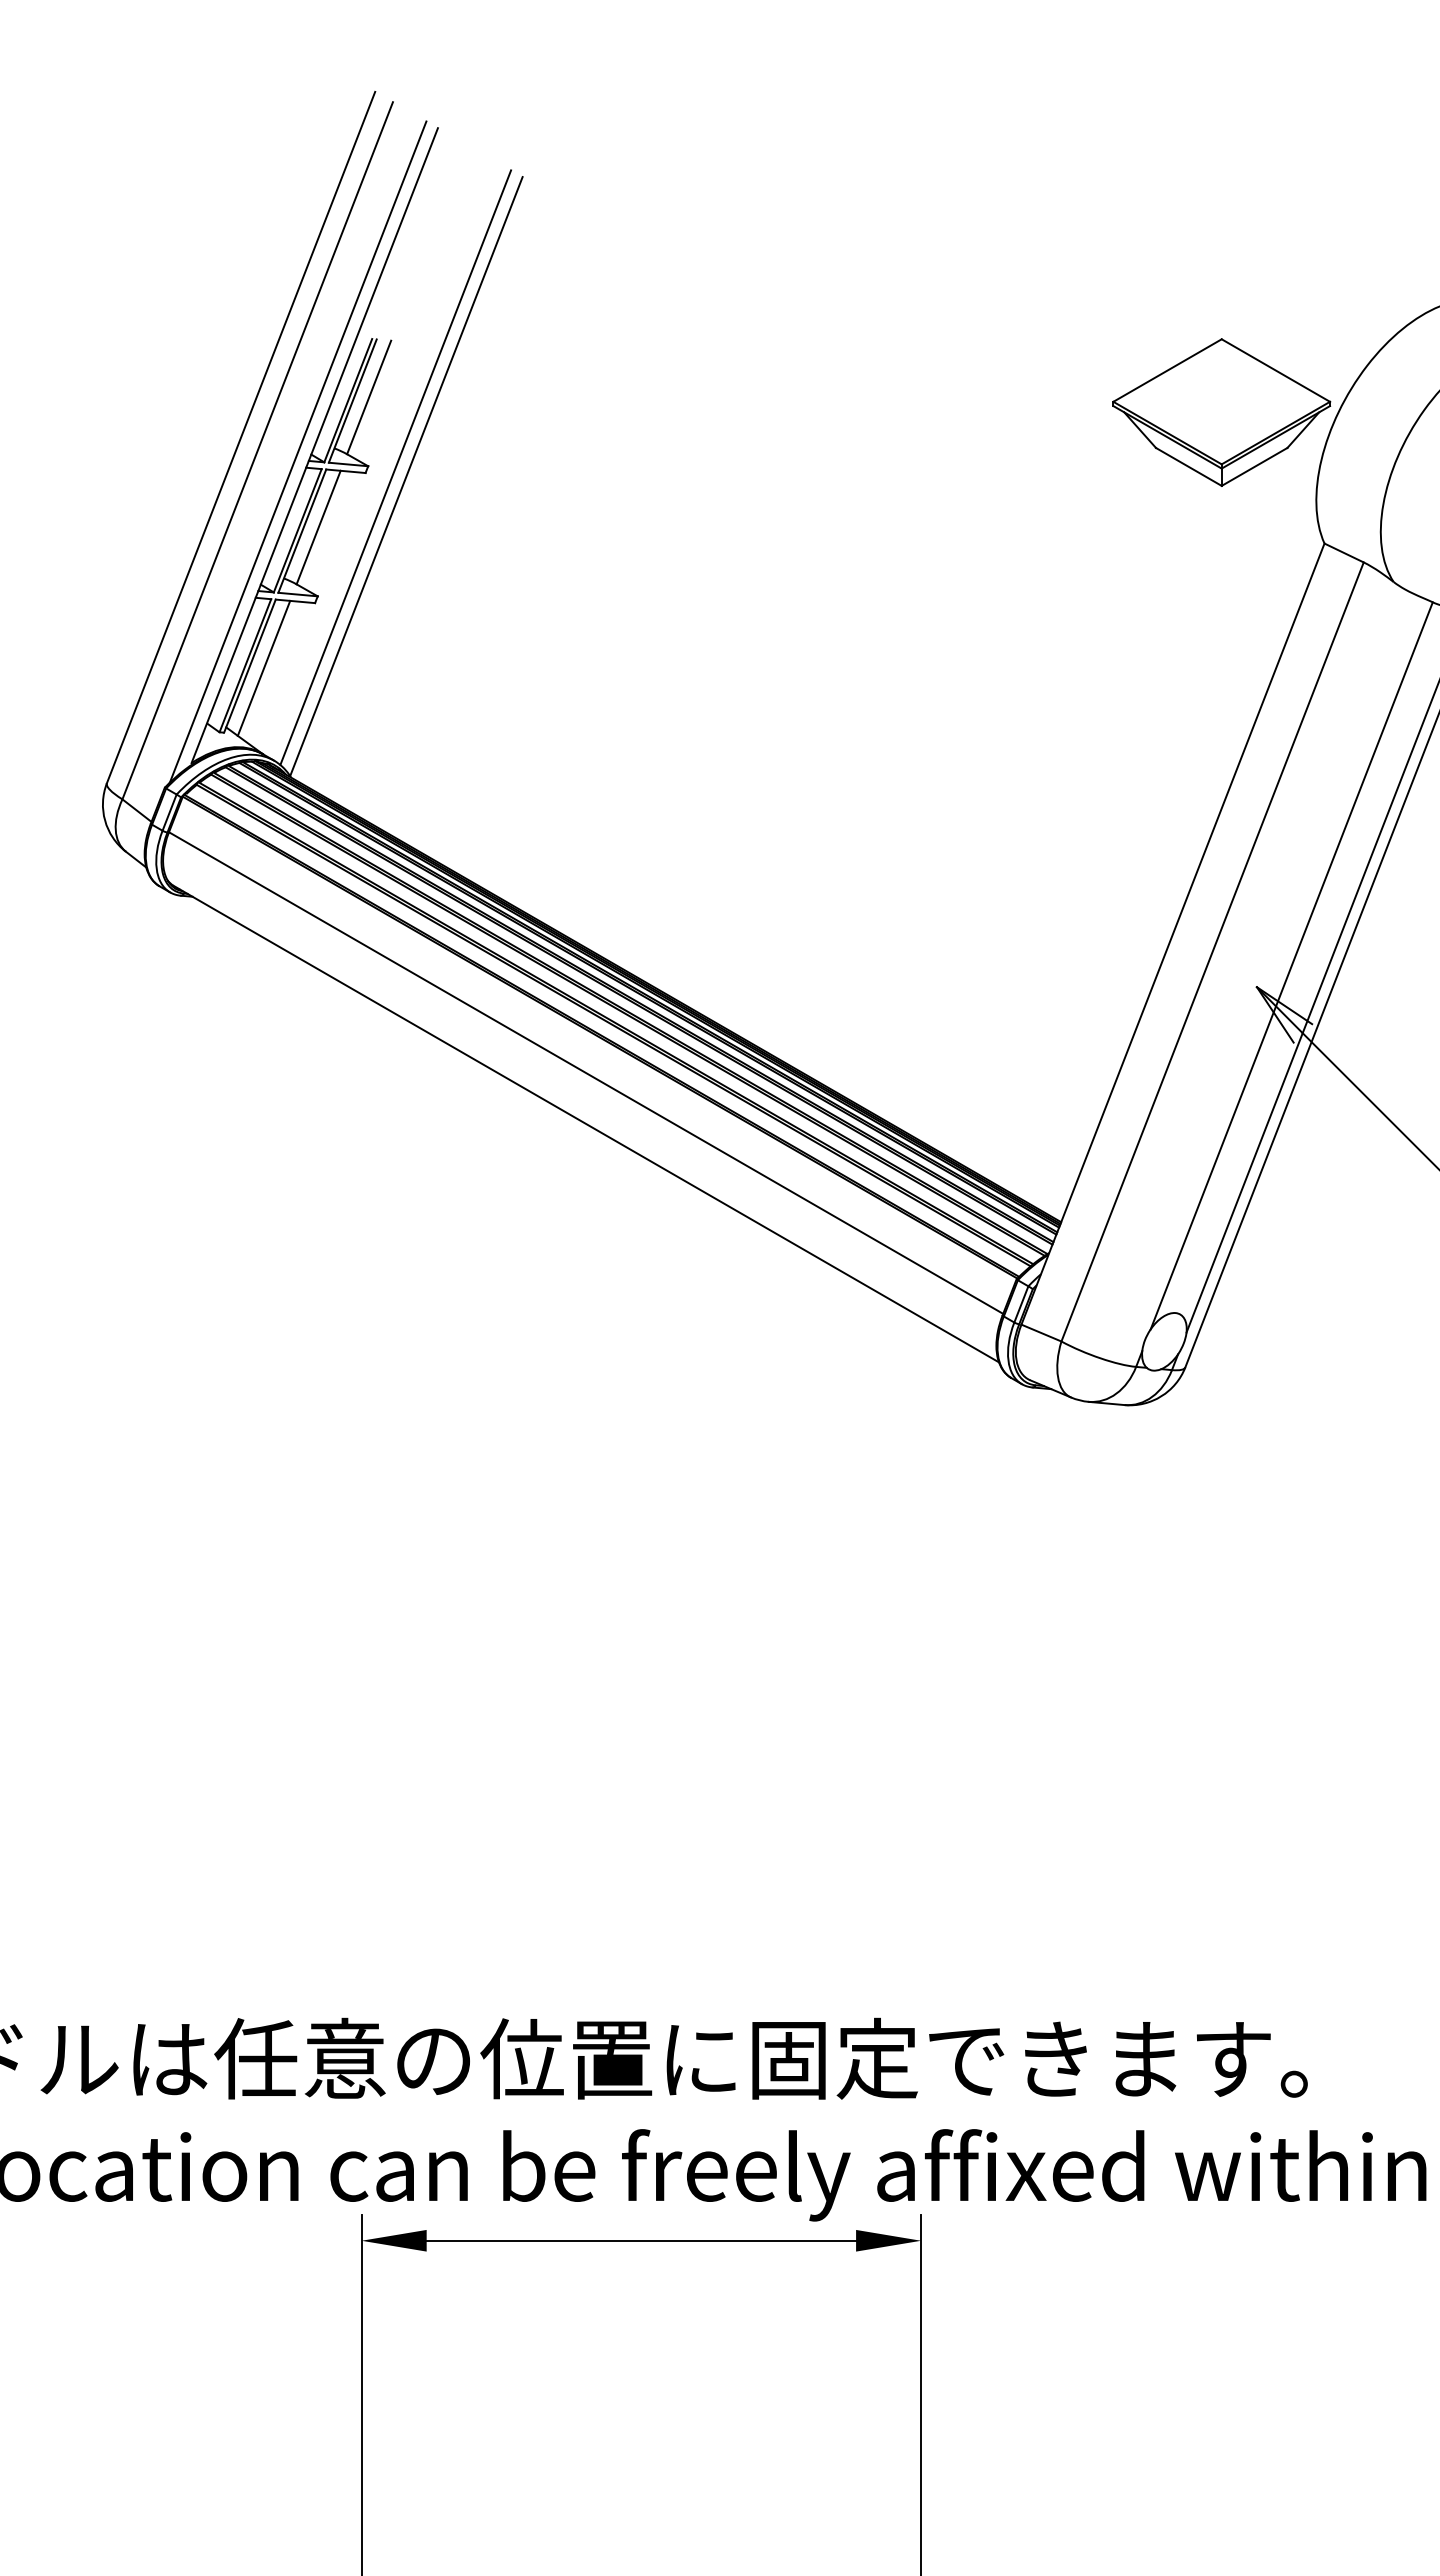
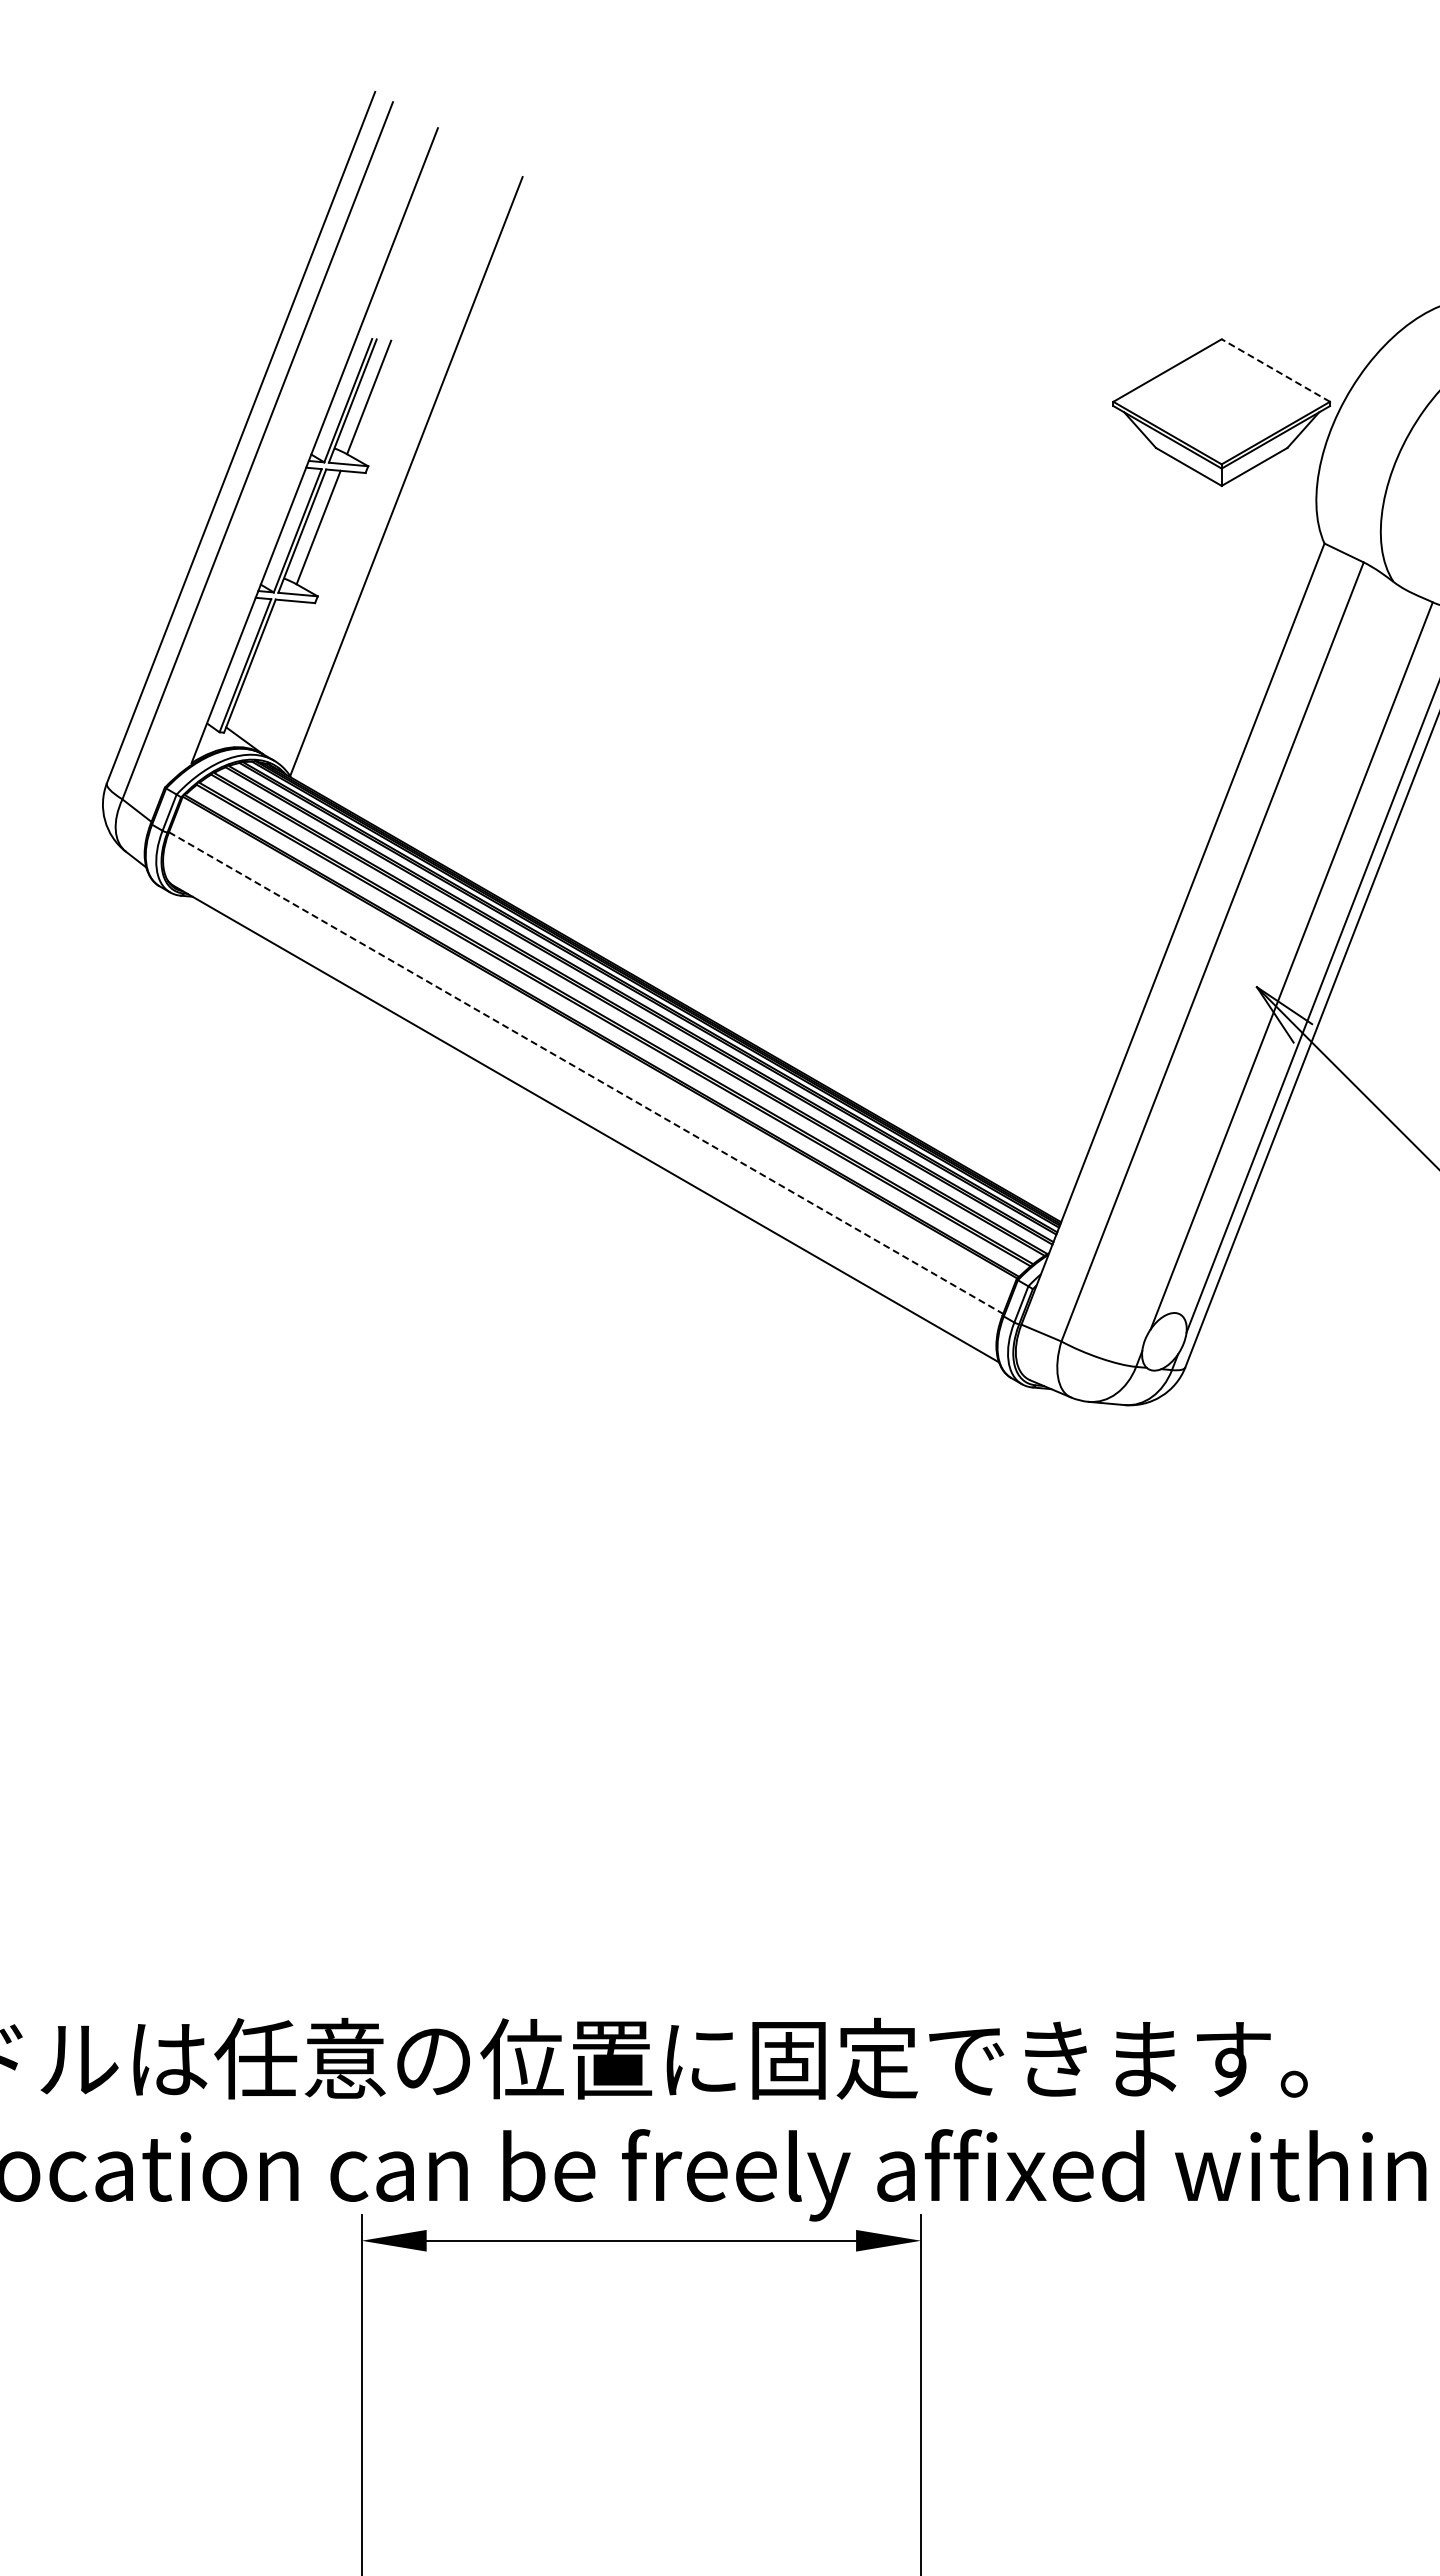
line at (1275, 370): solid -> dashed
line at (297, 451): present -> none
line at (395, 467): present -> none
line at (263, 667): present -> none
line at (586, 1073): solid -> dashed
